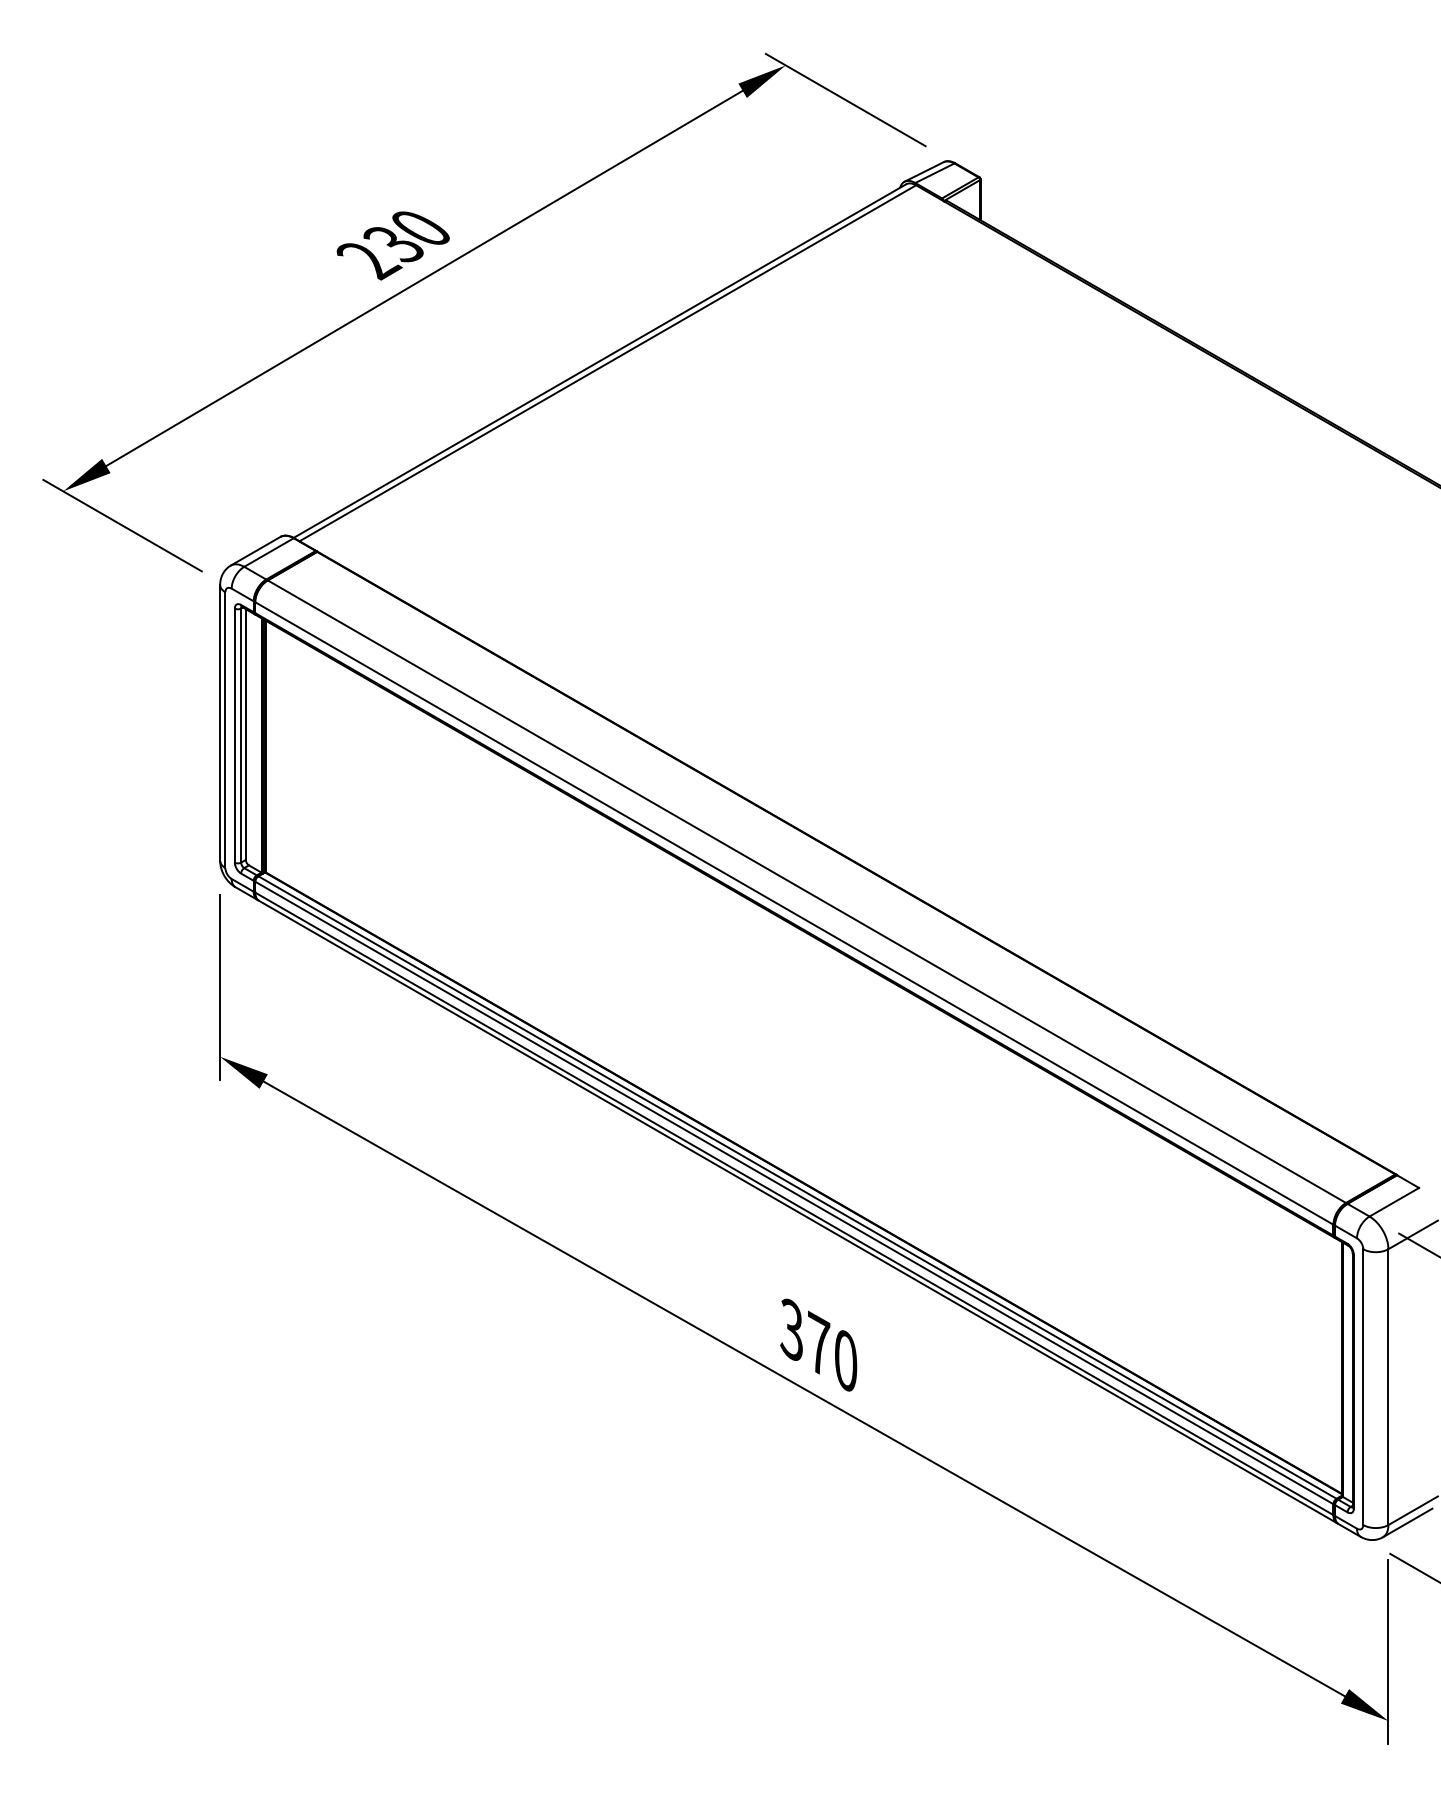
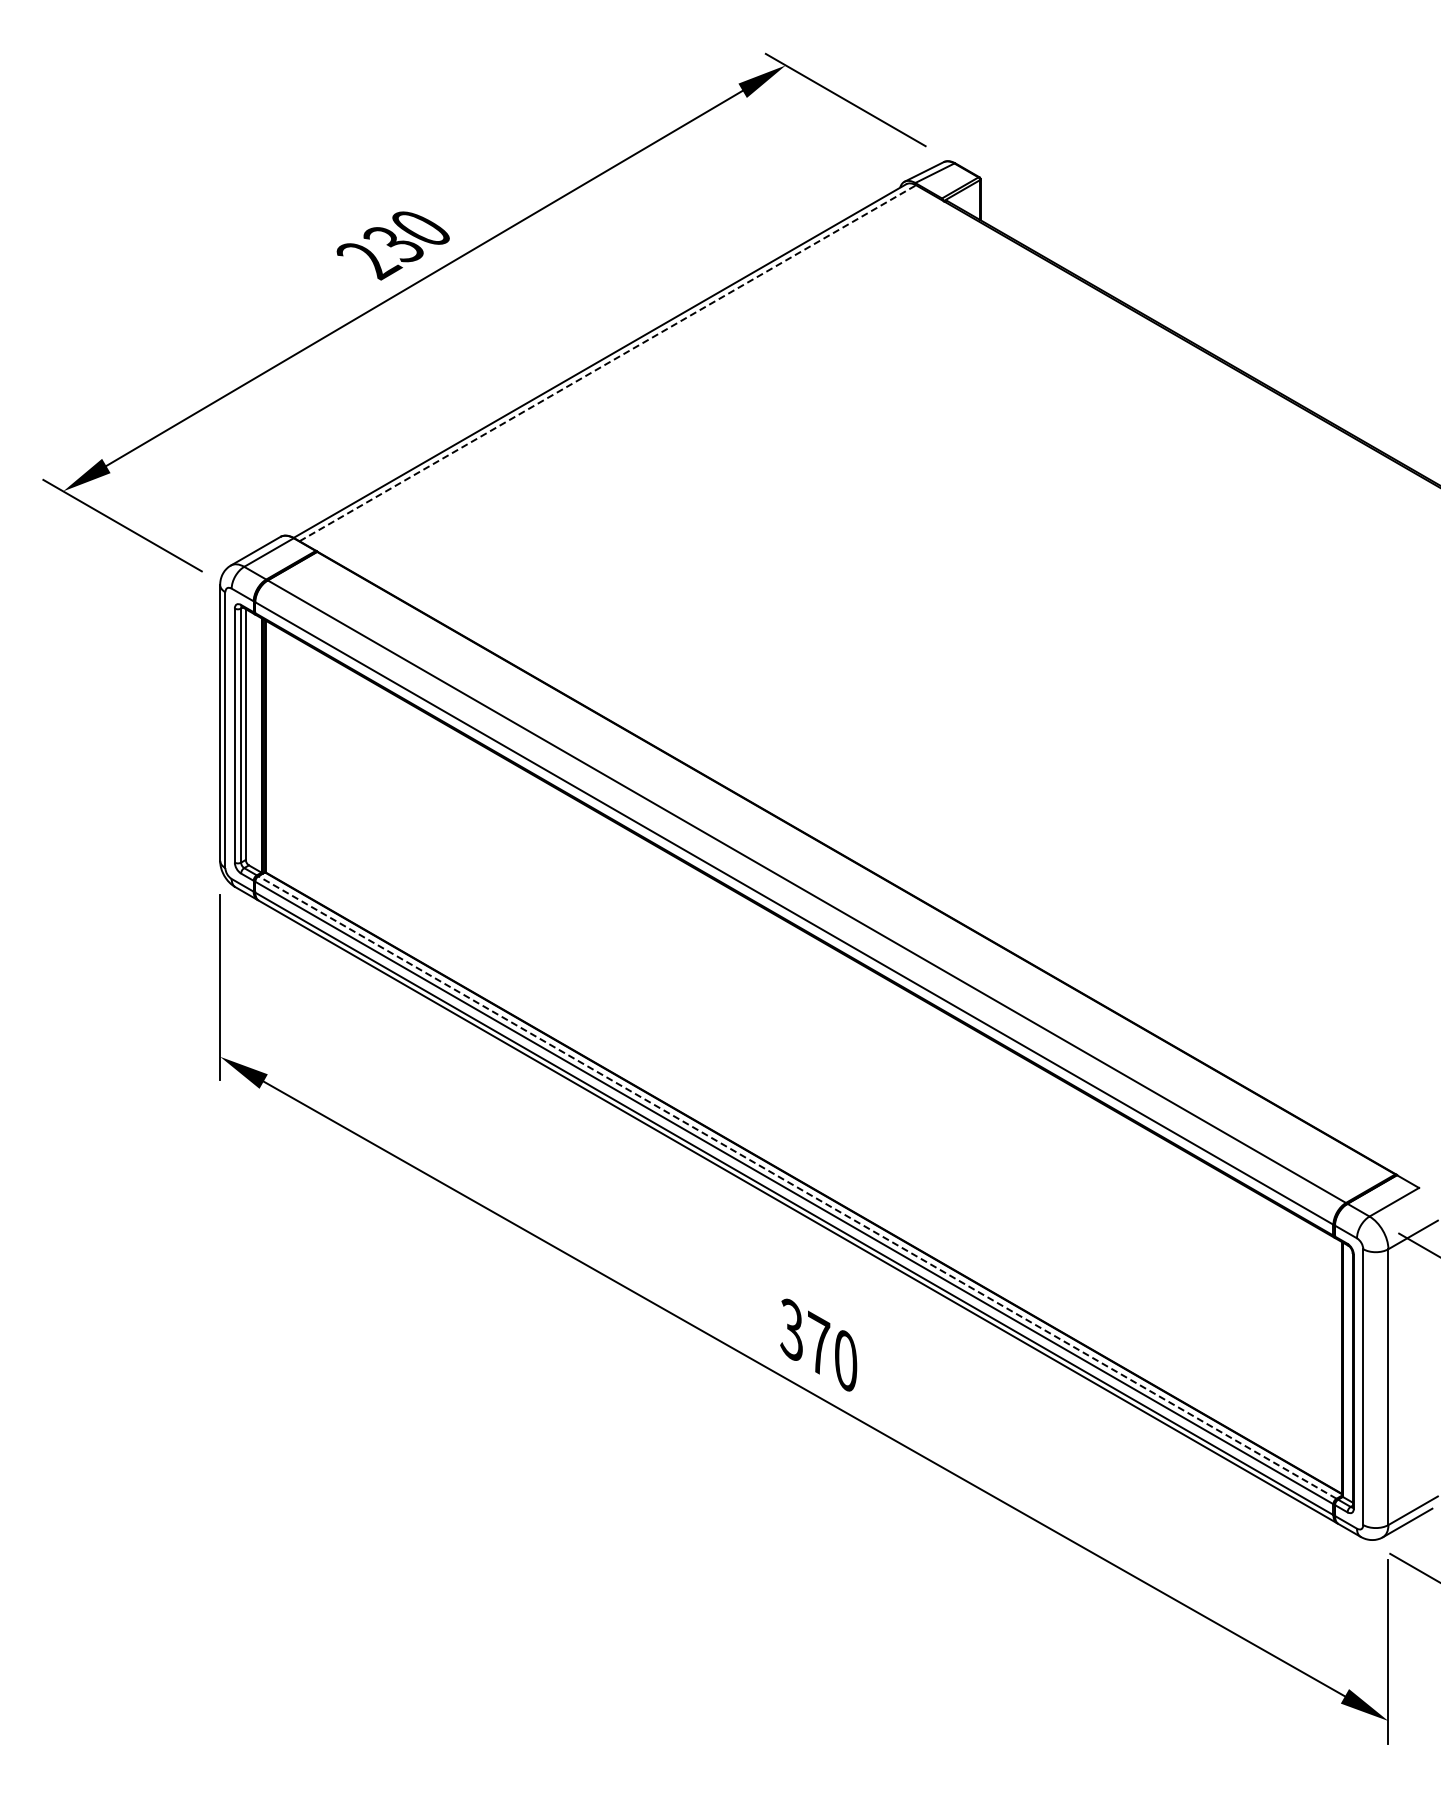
line at (607, 363): solid -> dashed
line at (797, 1187): solid -> dashed
